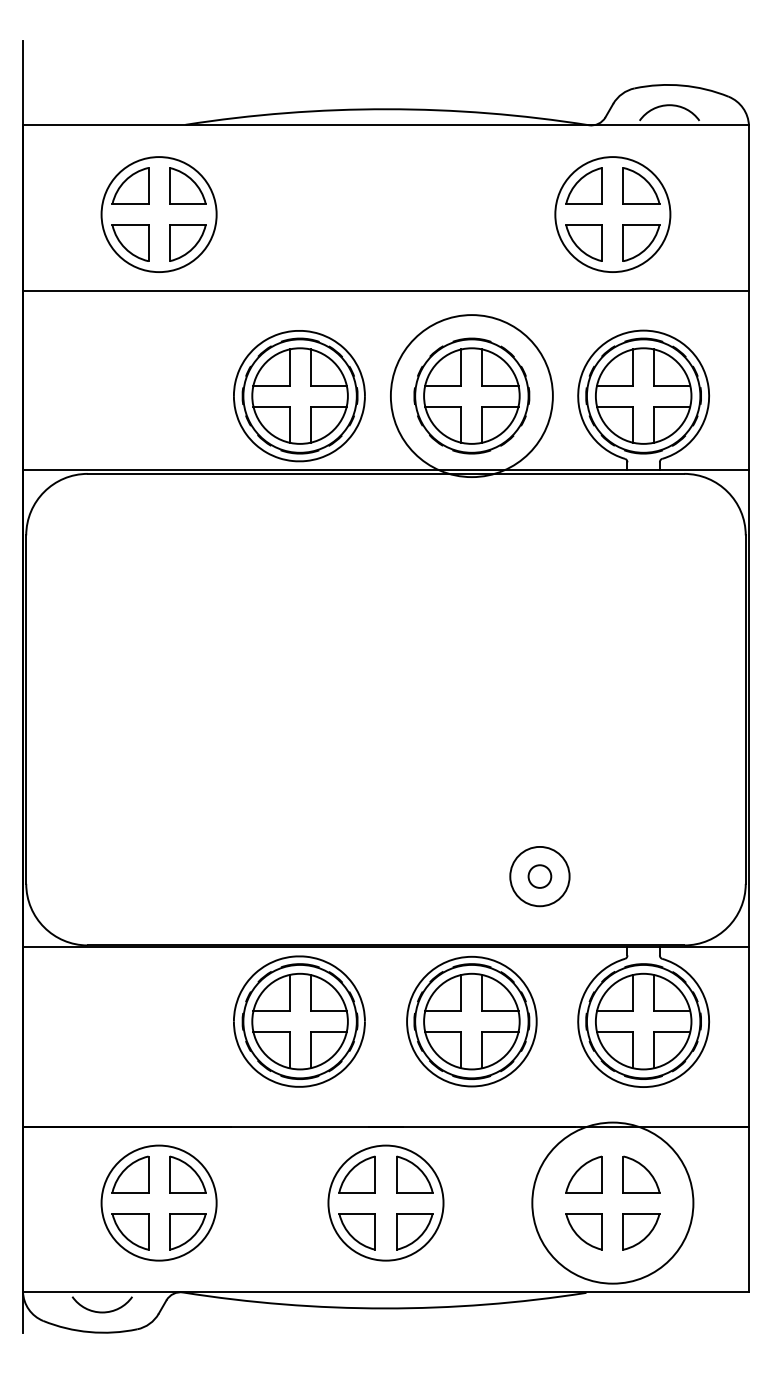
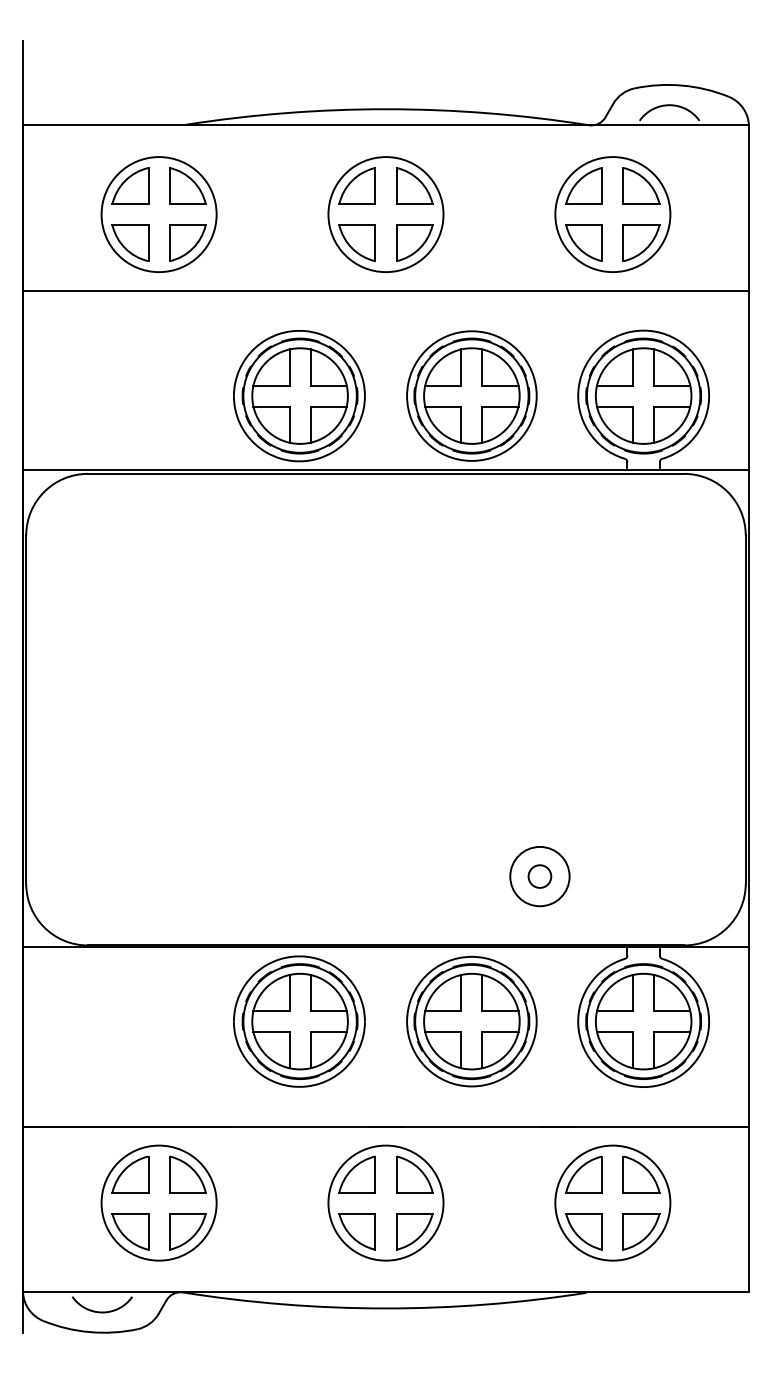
part at (385, 214): none -> present
circle at (471, 396) diameter: 162 px -> 130 px
circle at (612, 1202) diameter: 161 px -> 115 px
